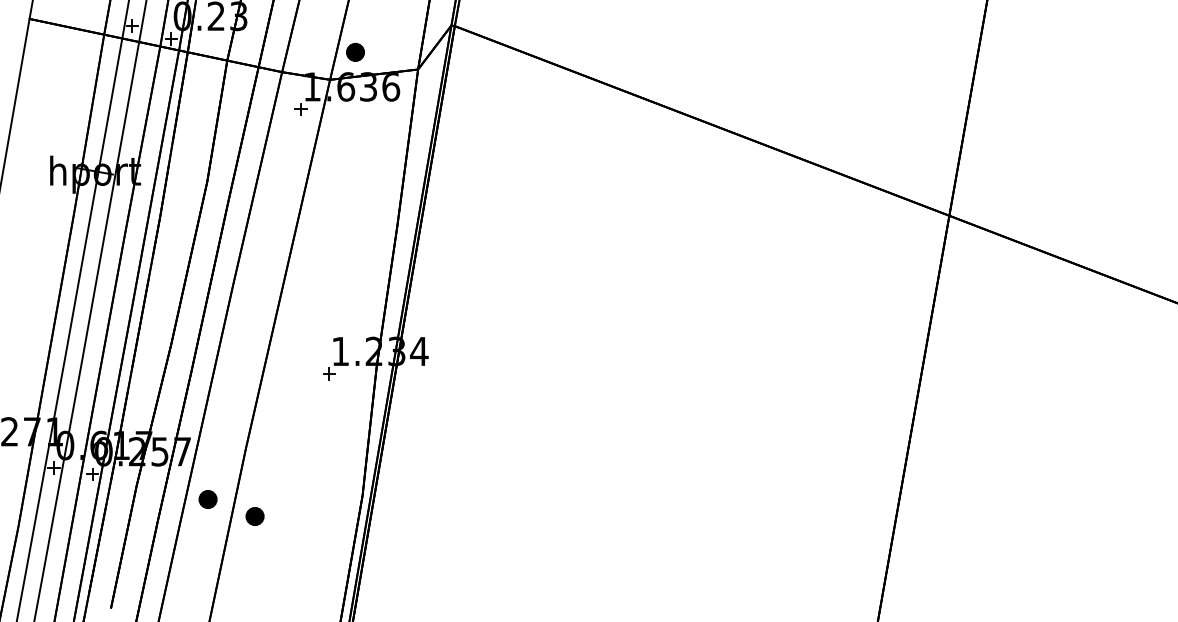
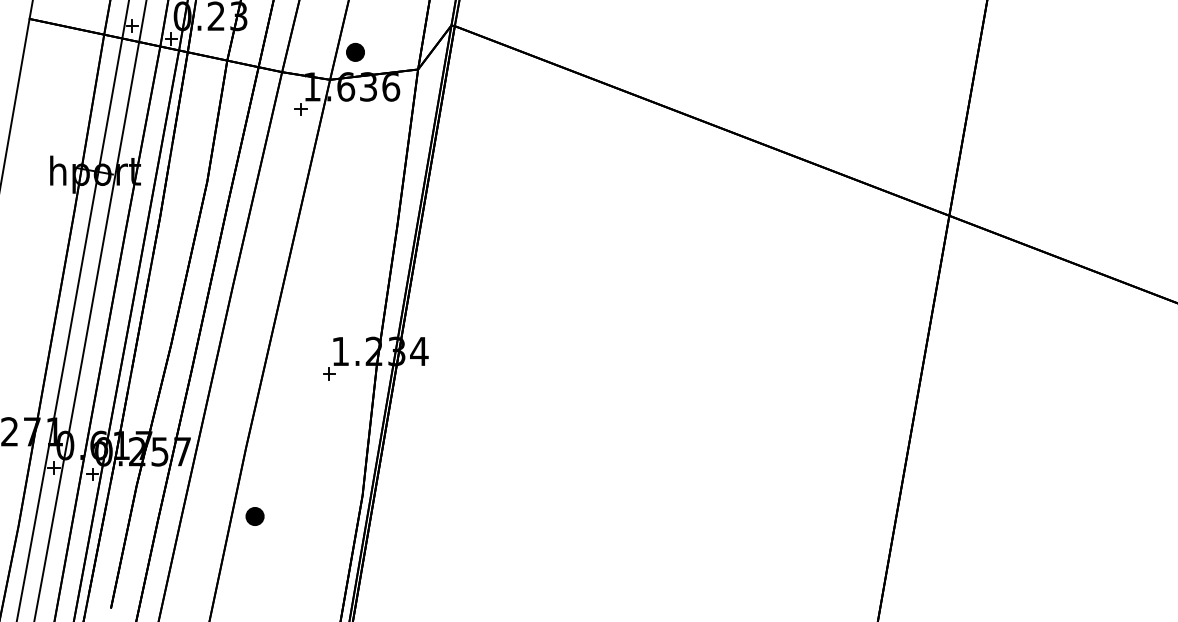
part at (207, 499): present -> none
